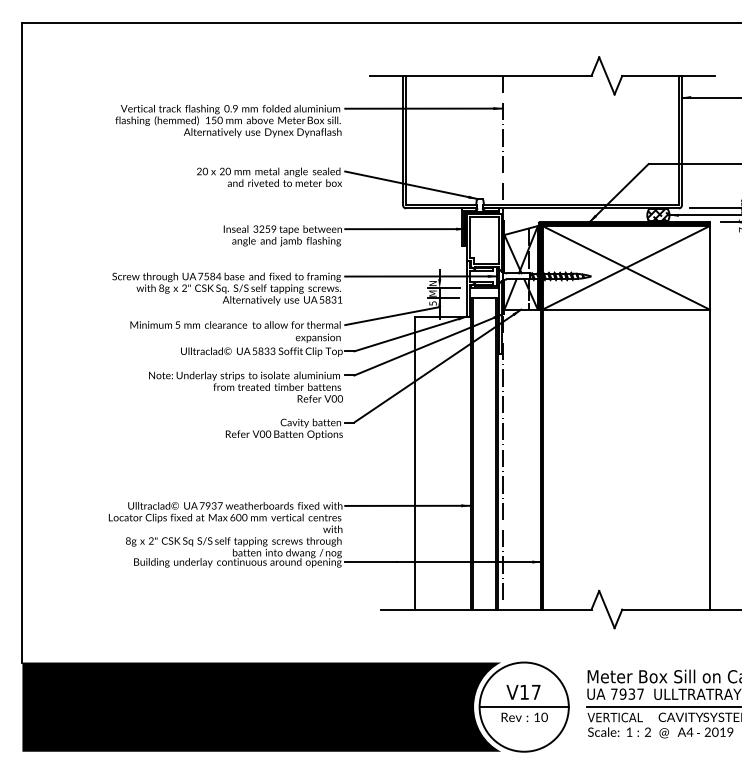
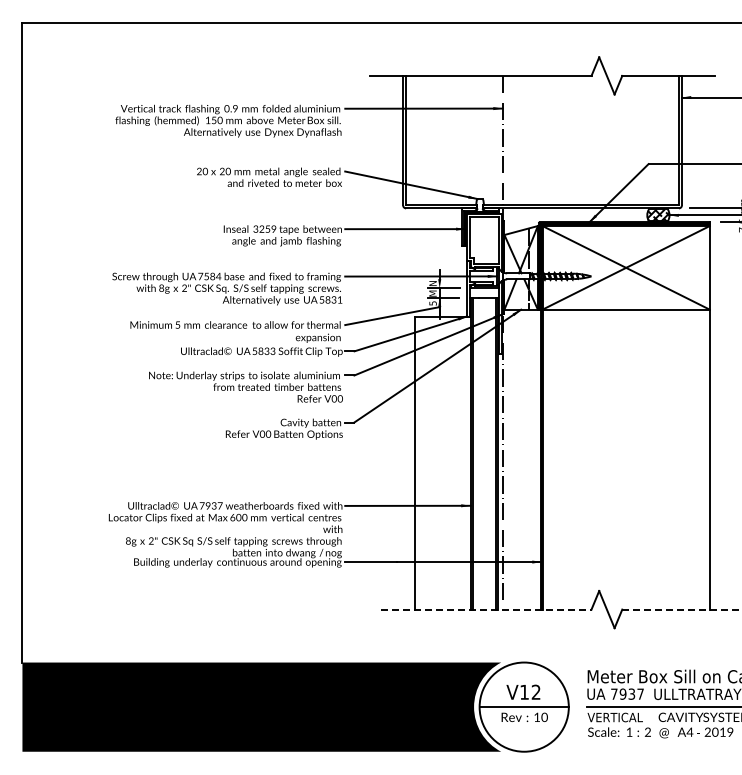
line at (486, 609): solid -> dashed
line at (682, 609): solid -> dashed
text at (535, 691): V17 -> V12
